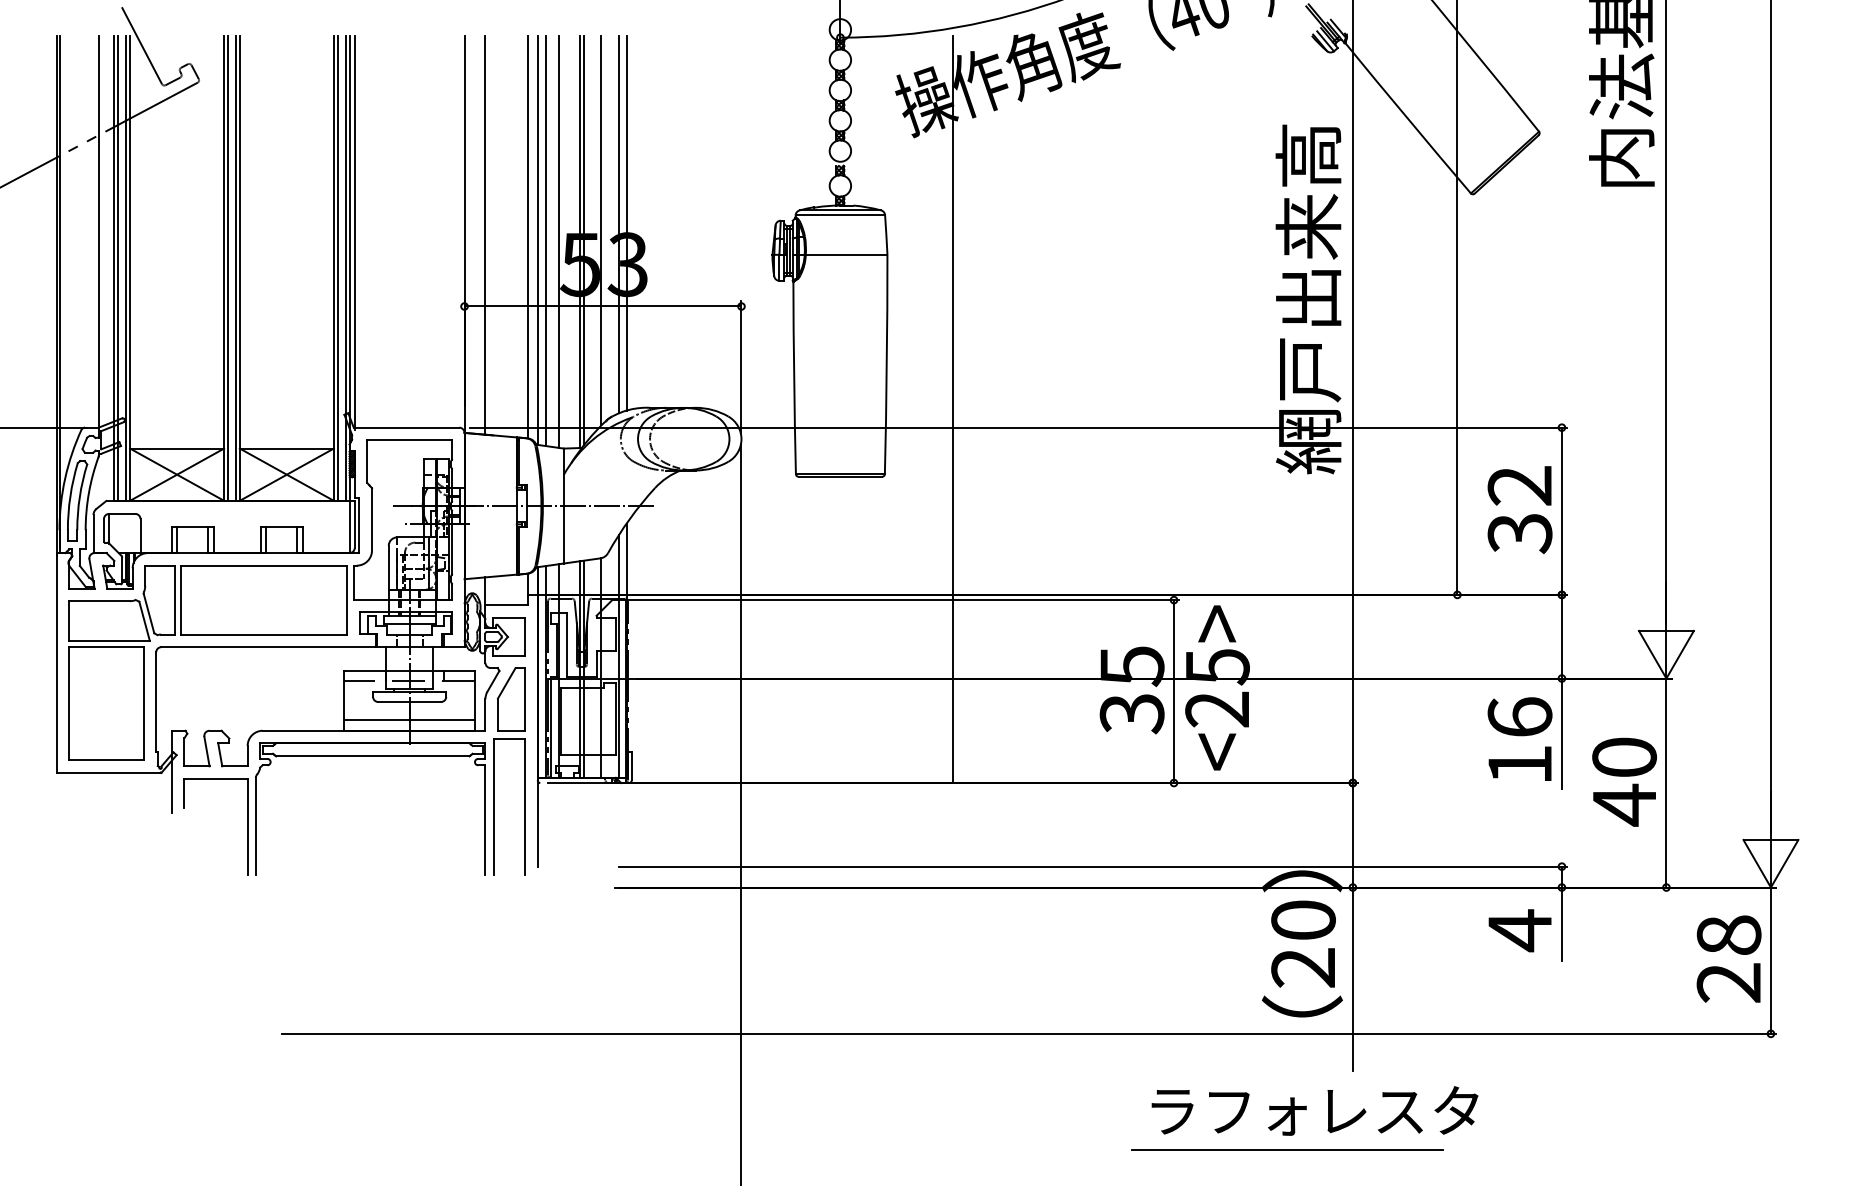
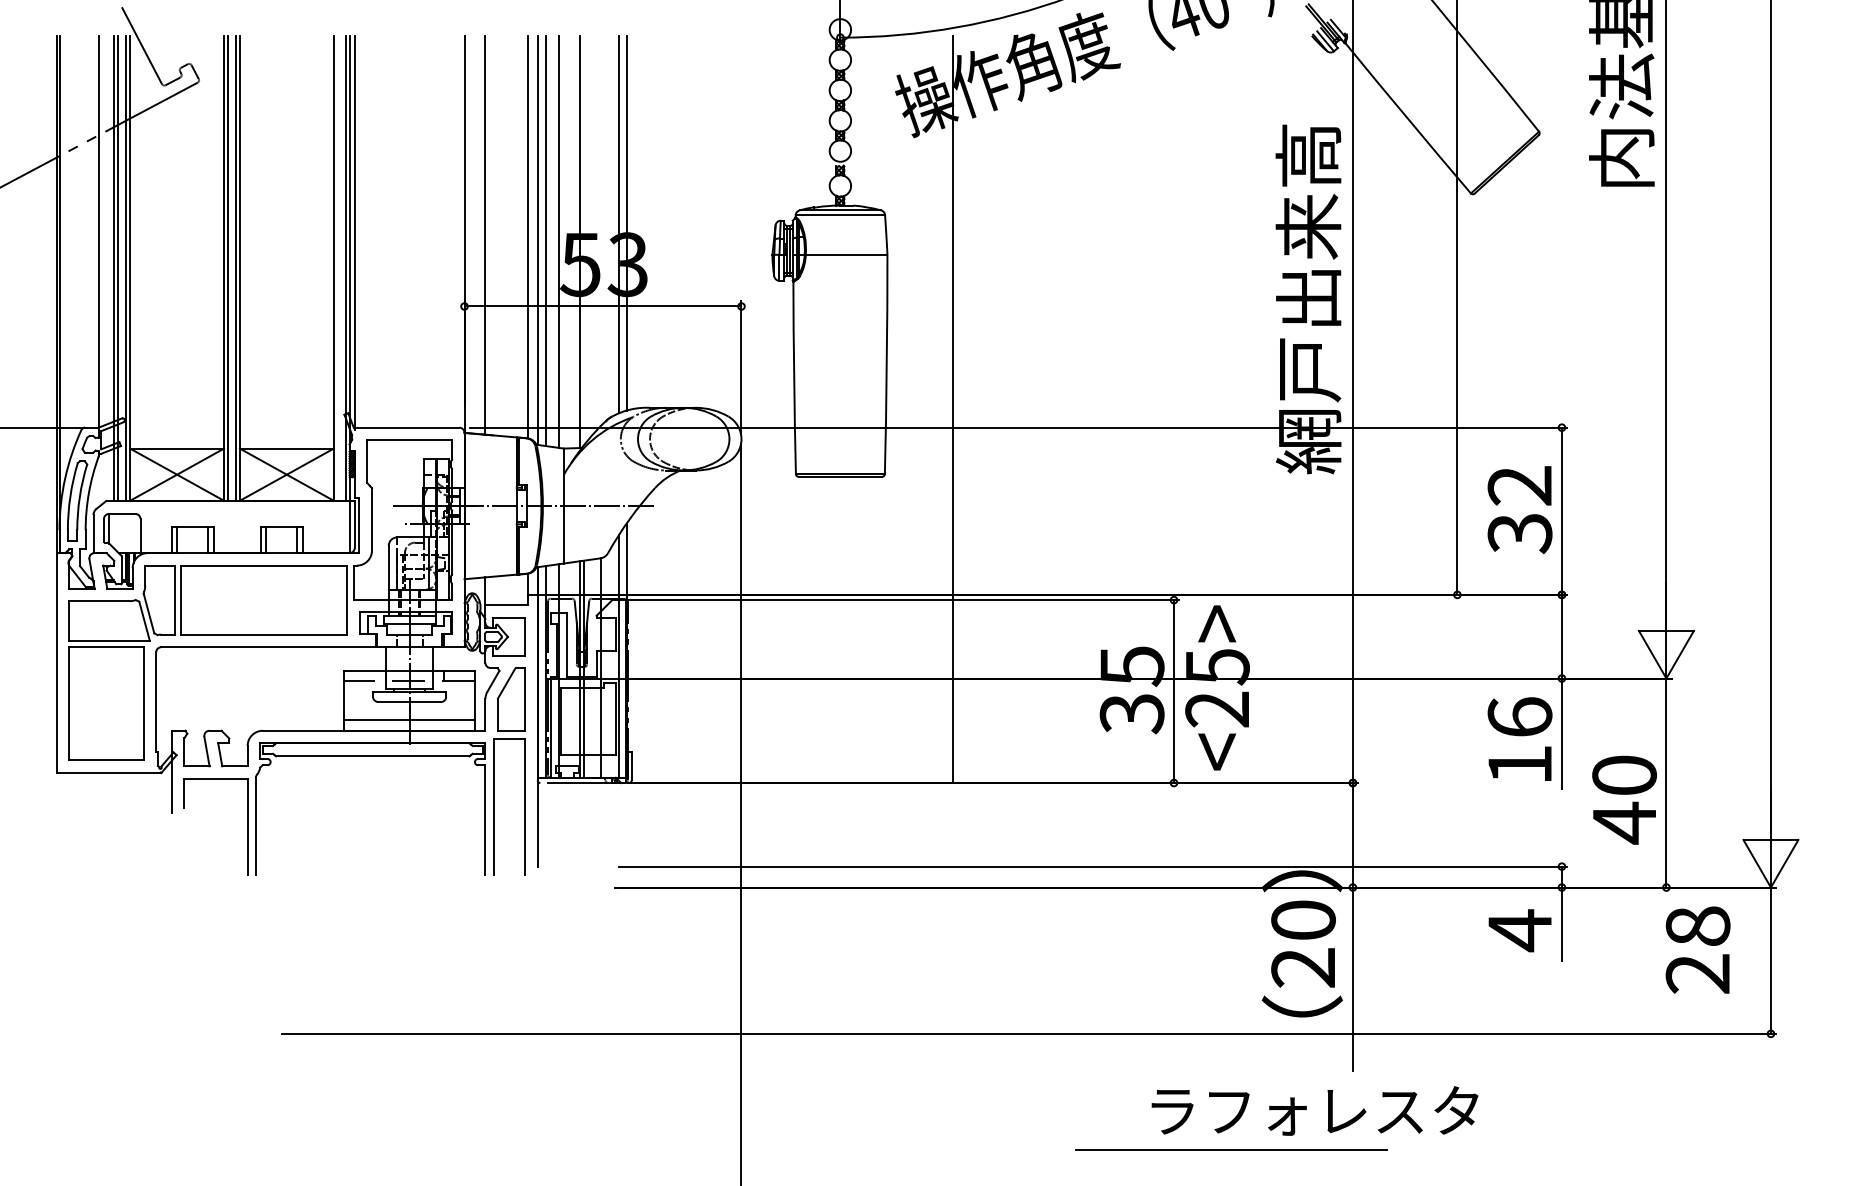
line at (601, 230): present -> none
line at (584, 240): present -> none
line at (337, 268): present -> none
text at (1624, 781) position: (1624, 781) -> (1624, 799)
text at (1728, 958) position: (1728, 958) -> (1697, 949)
line at (1287, 1149) position: (1287, 1149) -> (1231, 1149)
